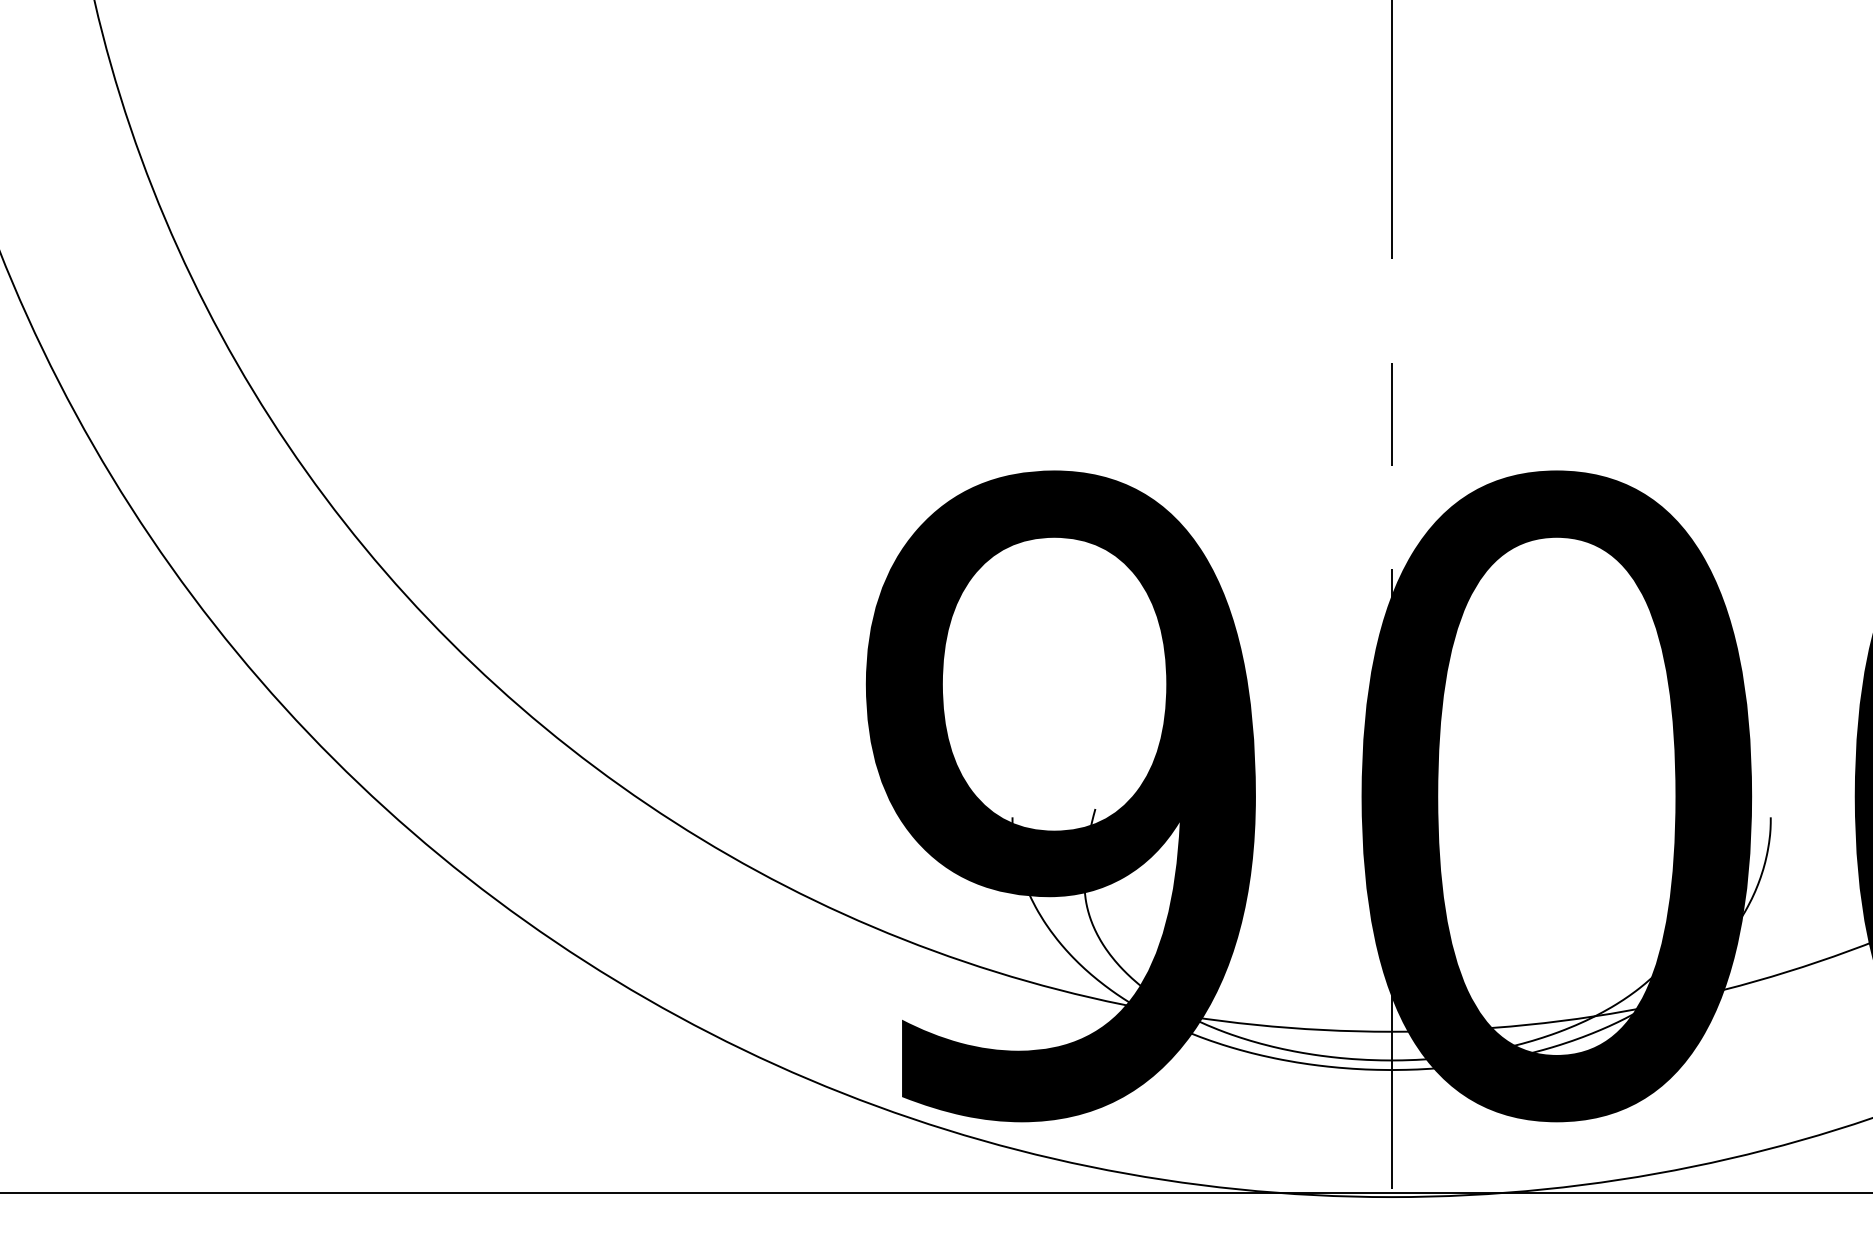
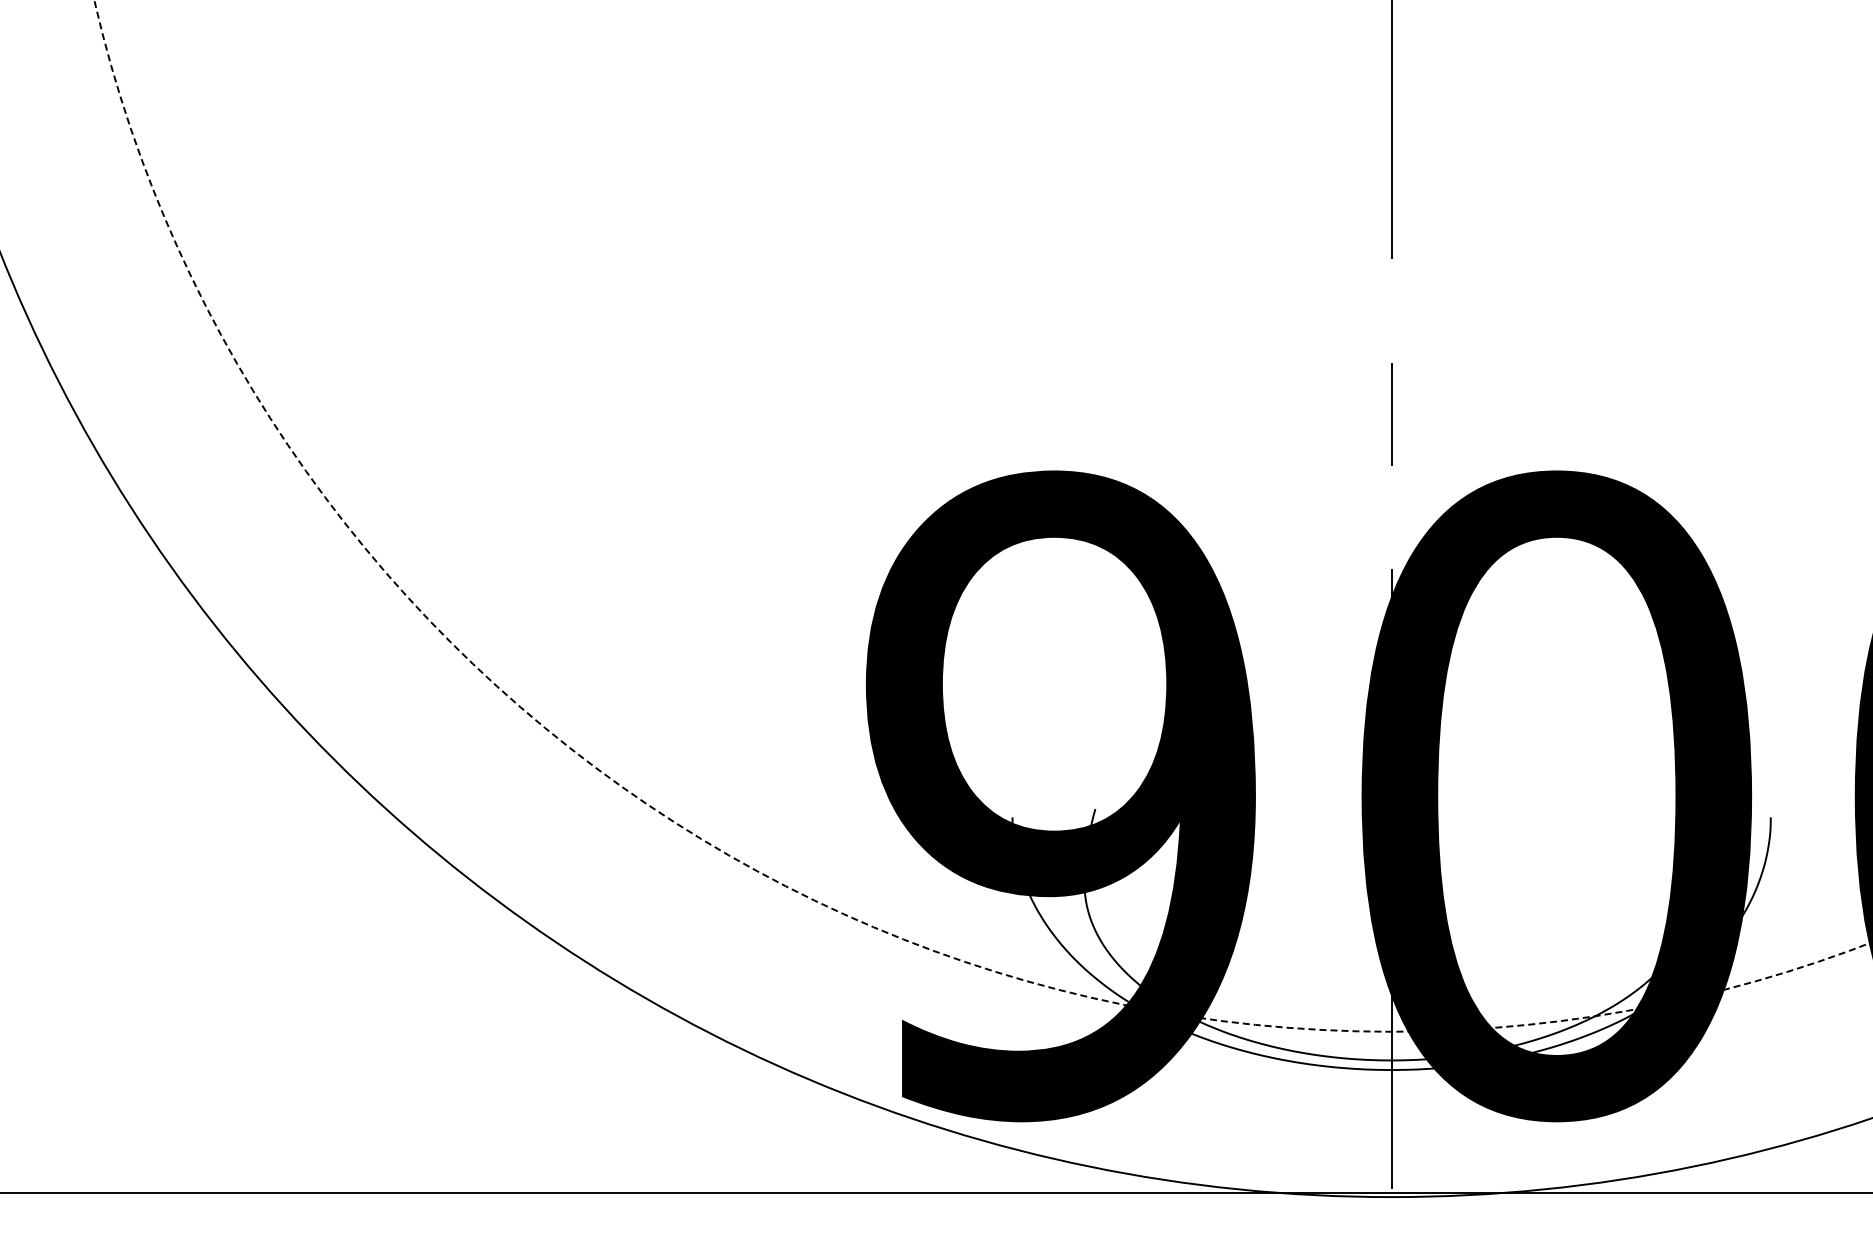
circle at (983, 515): solid -> dashed
